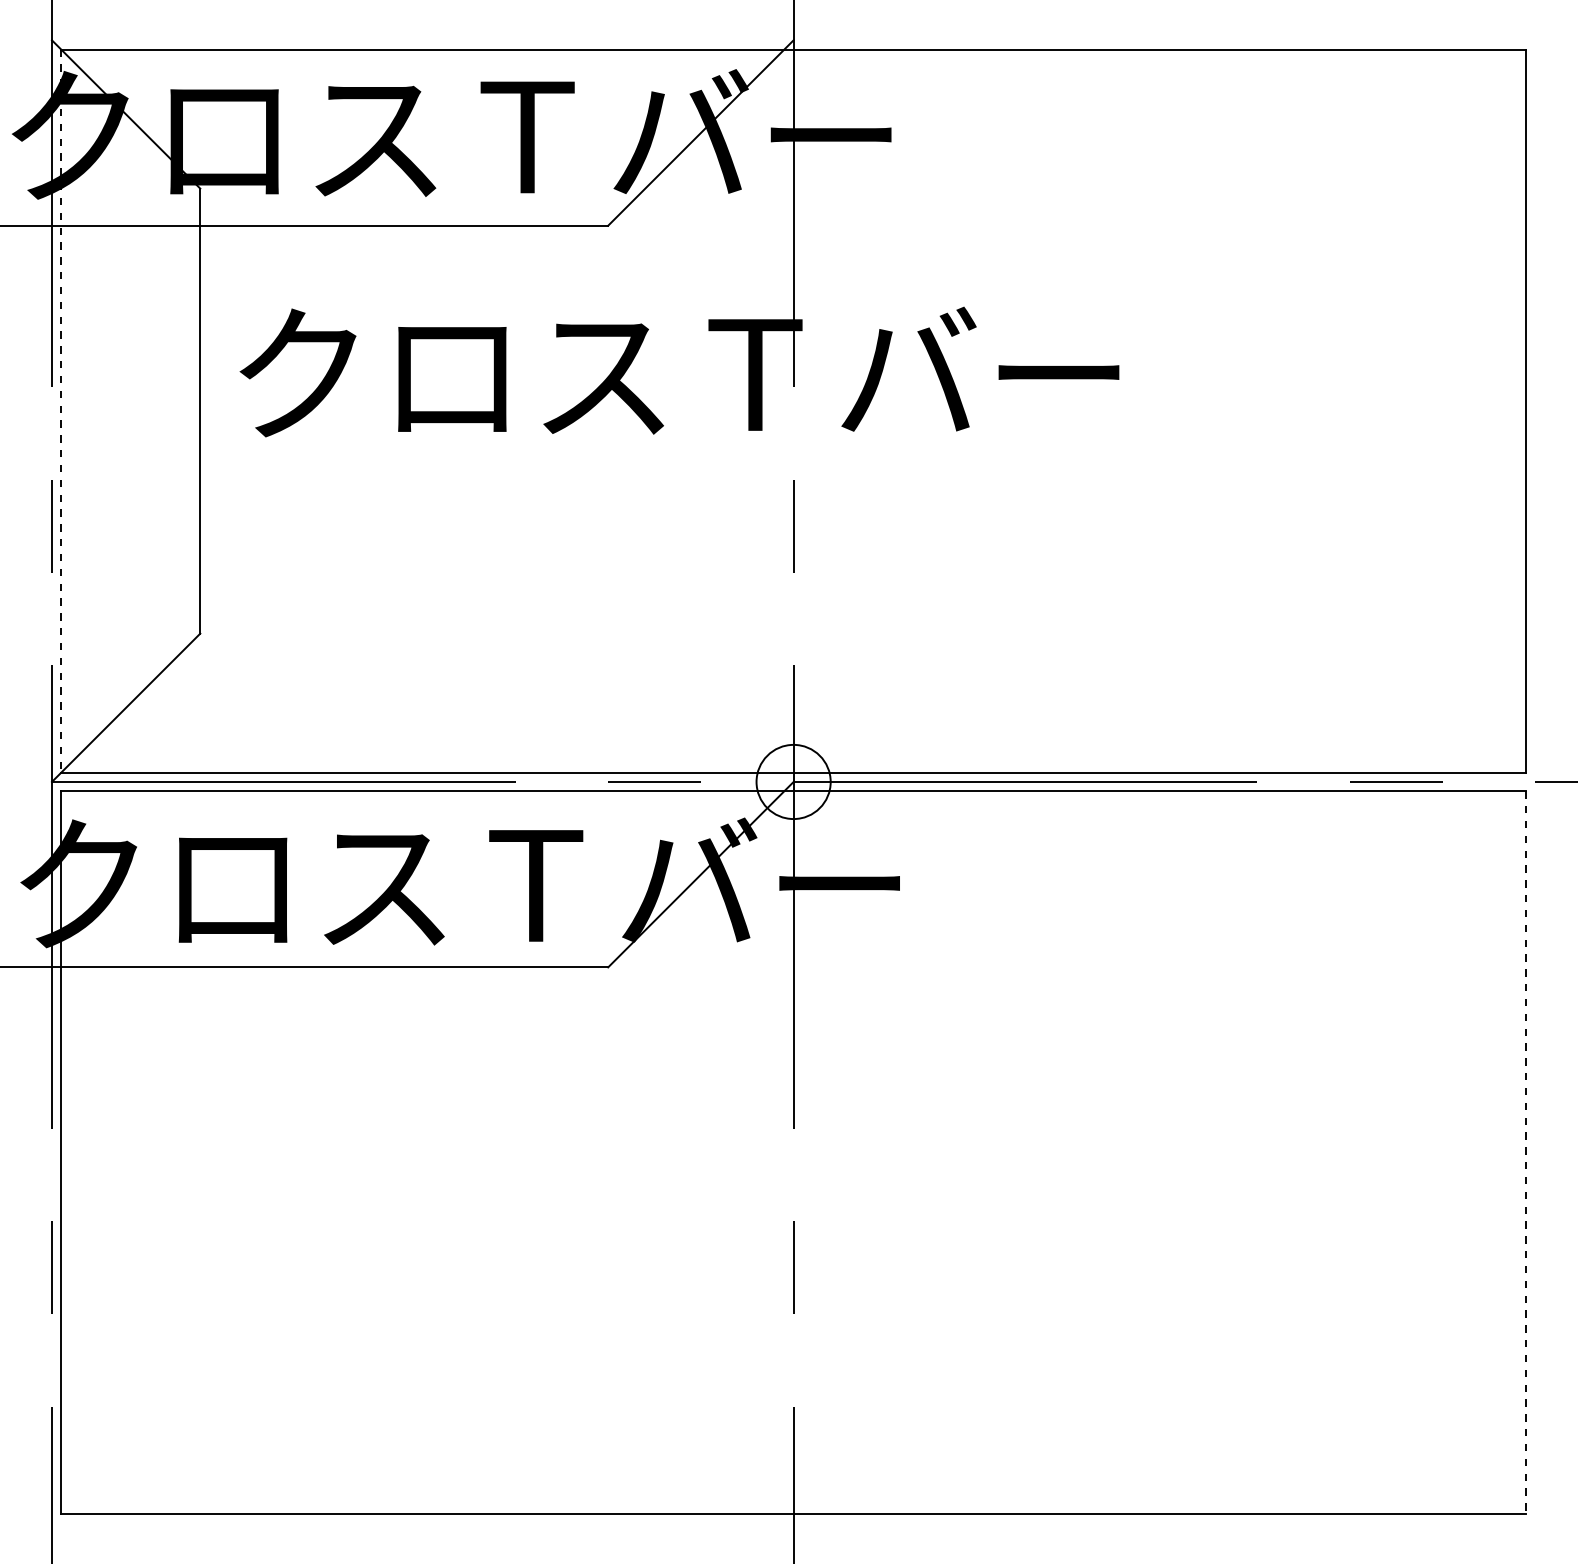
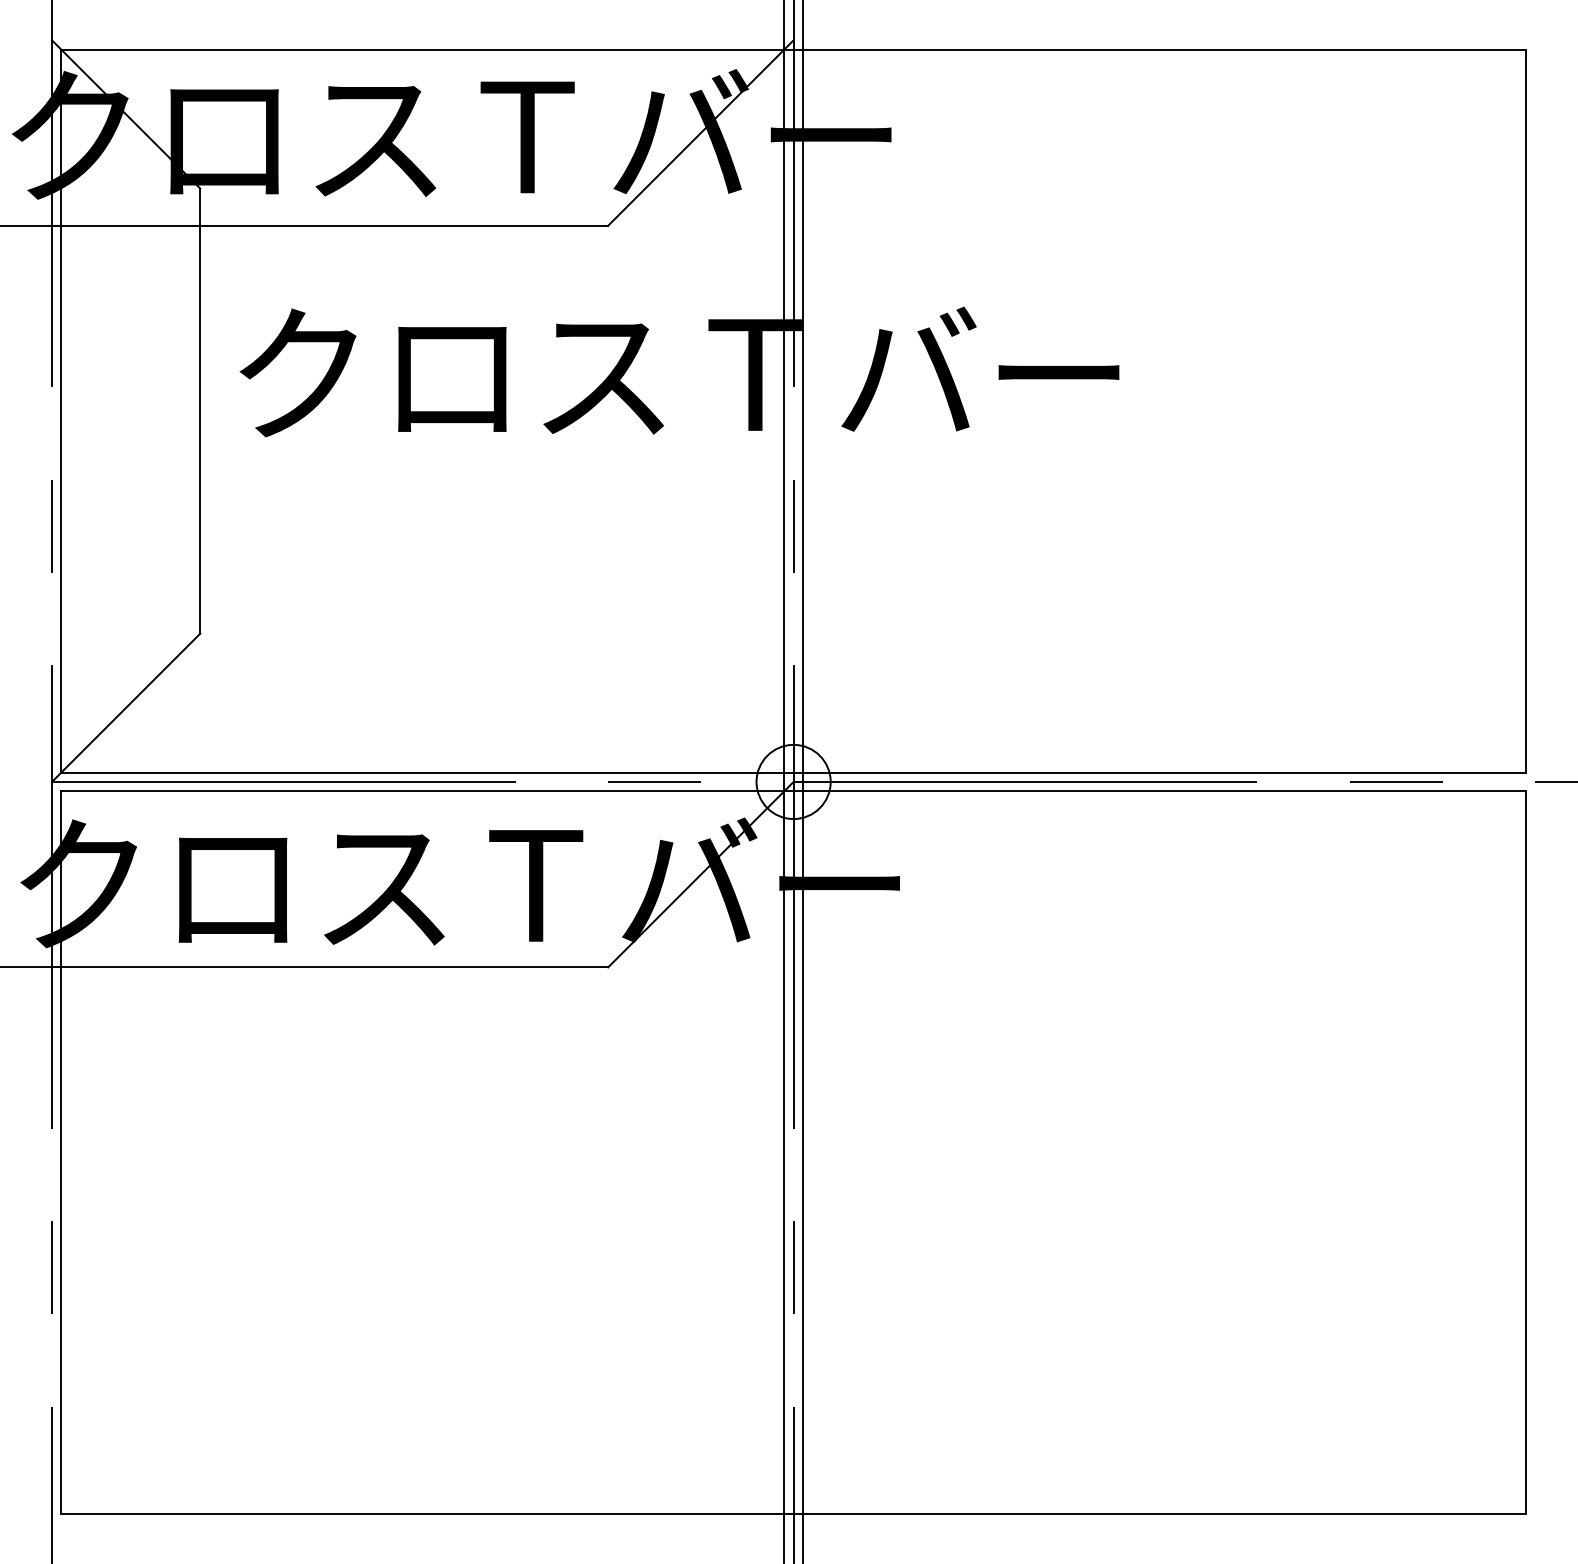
line at (61, 411): dashed -> solid
line at (784, 781): none -> present
line at (802, 781): none -> present
line at (1526, 1152): dashed -> solid
